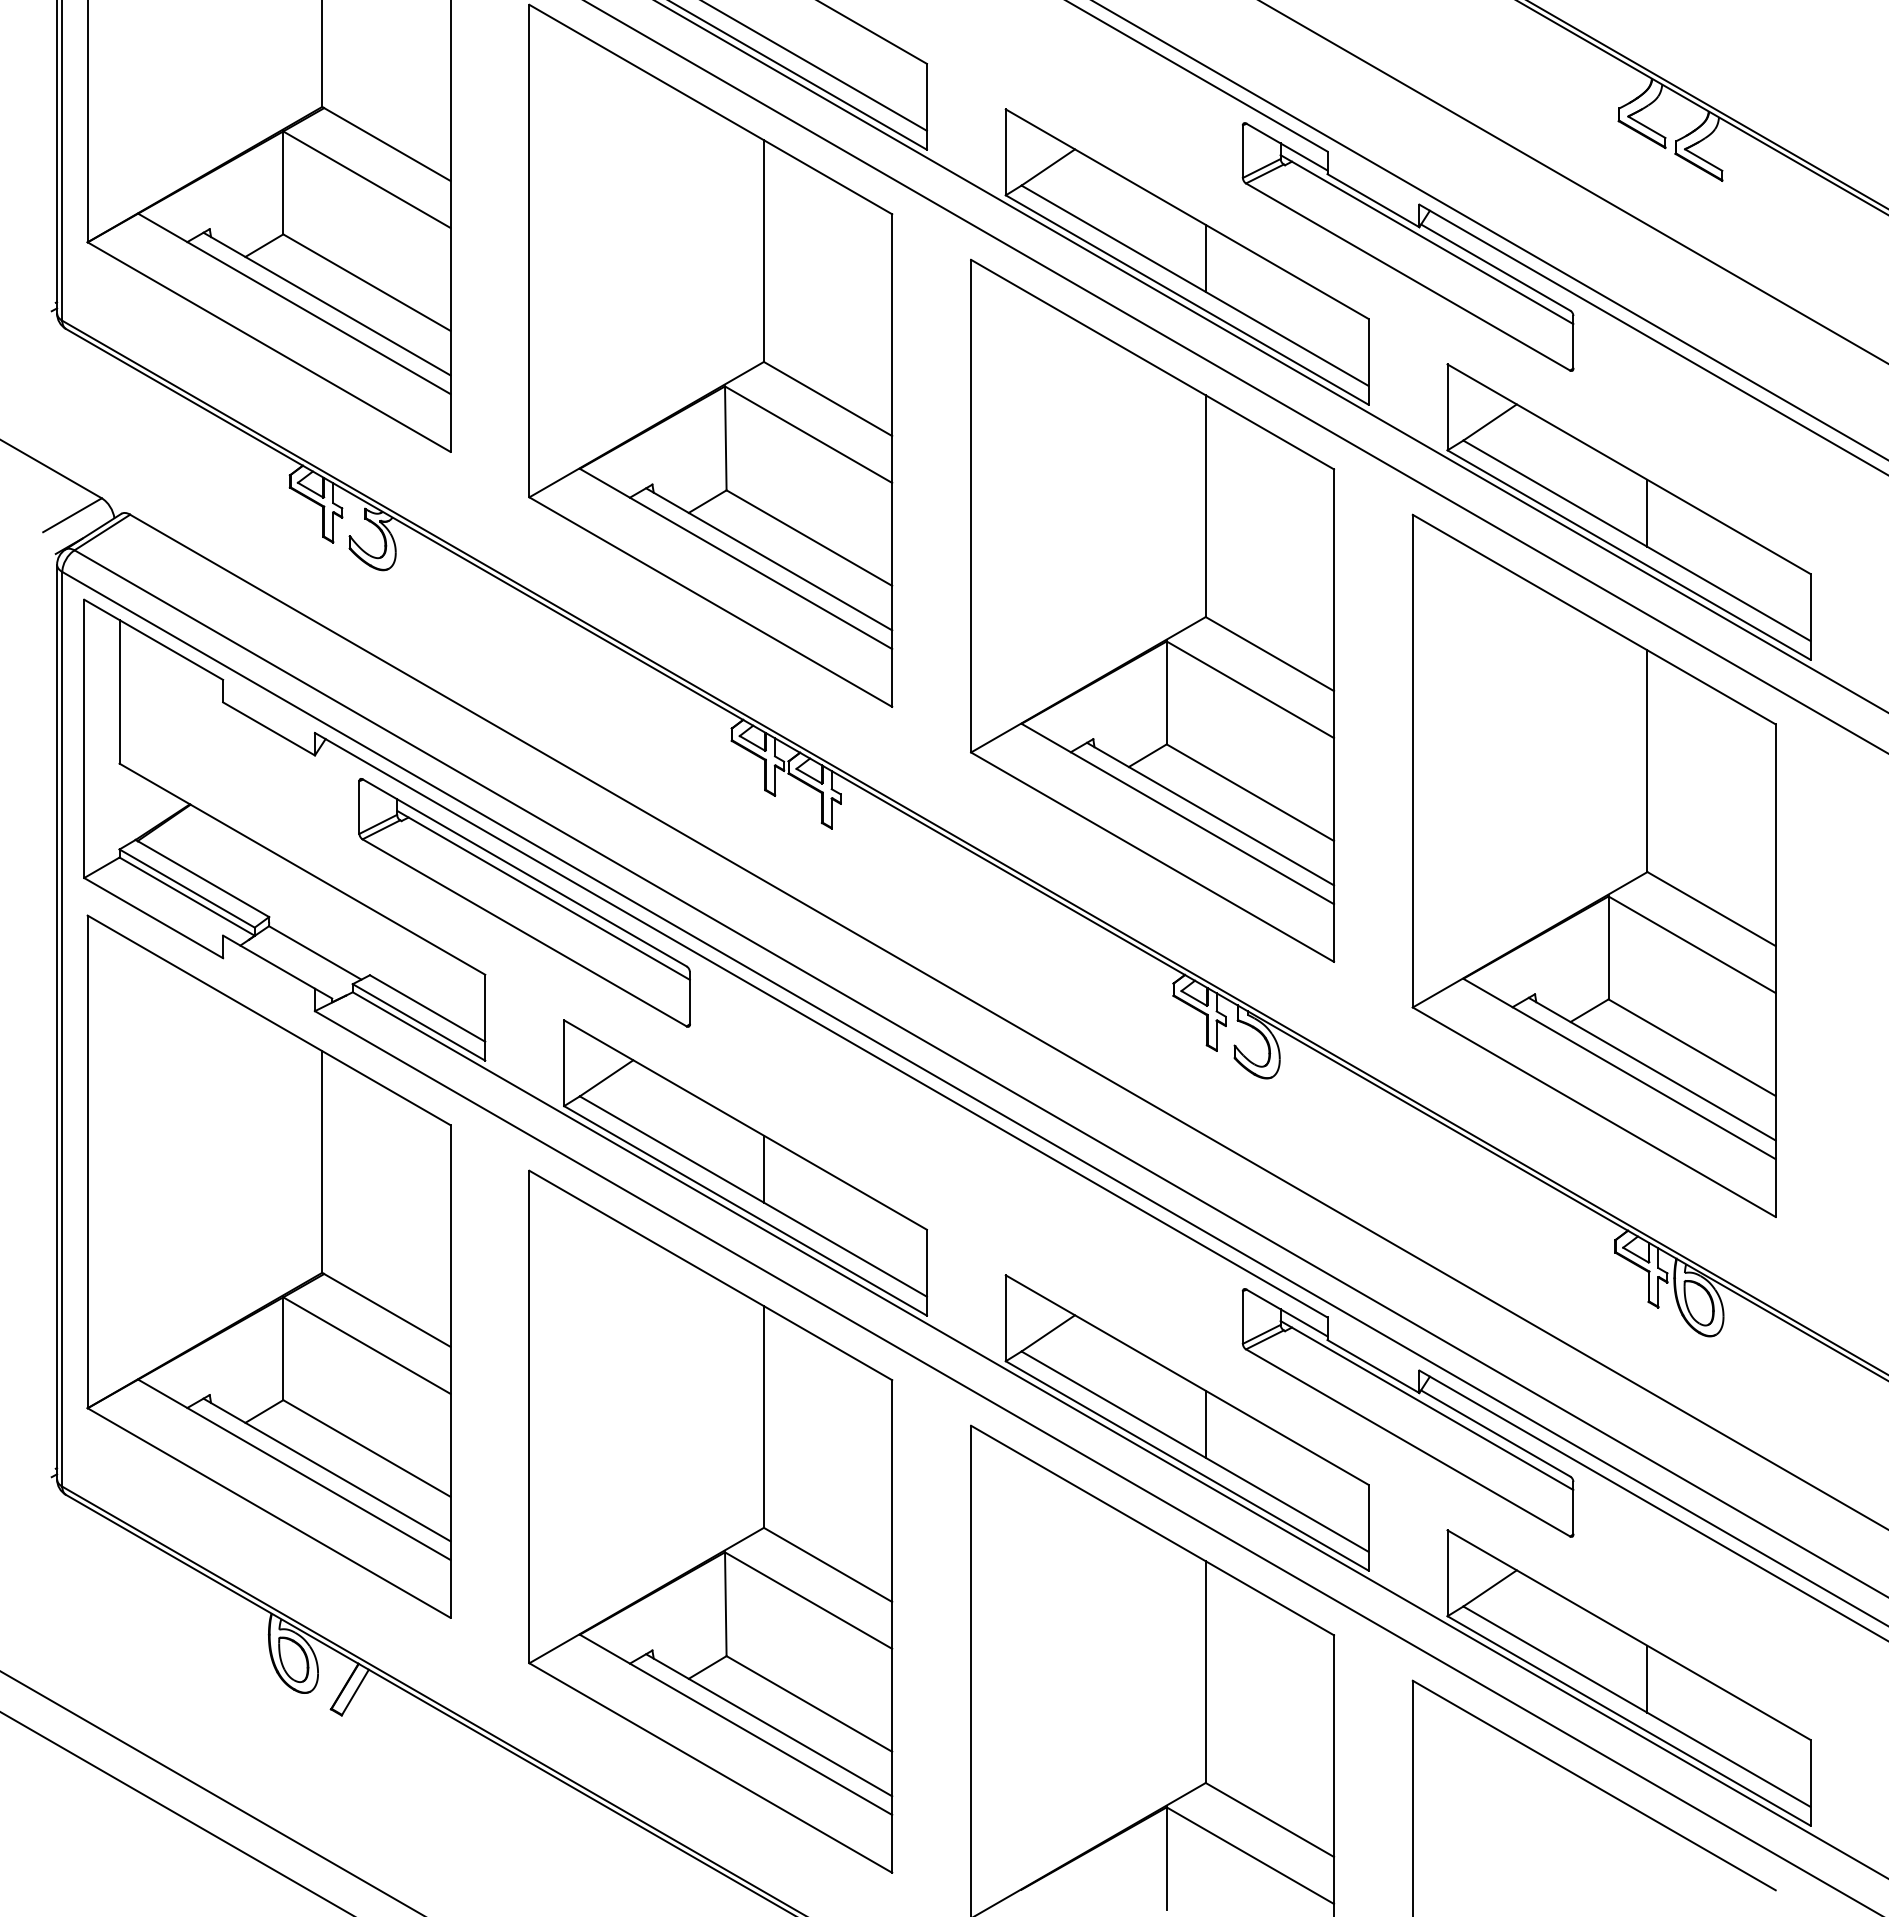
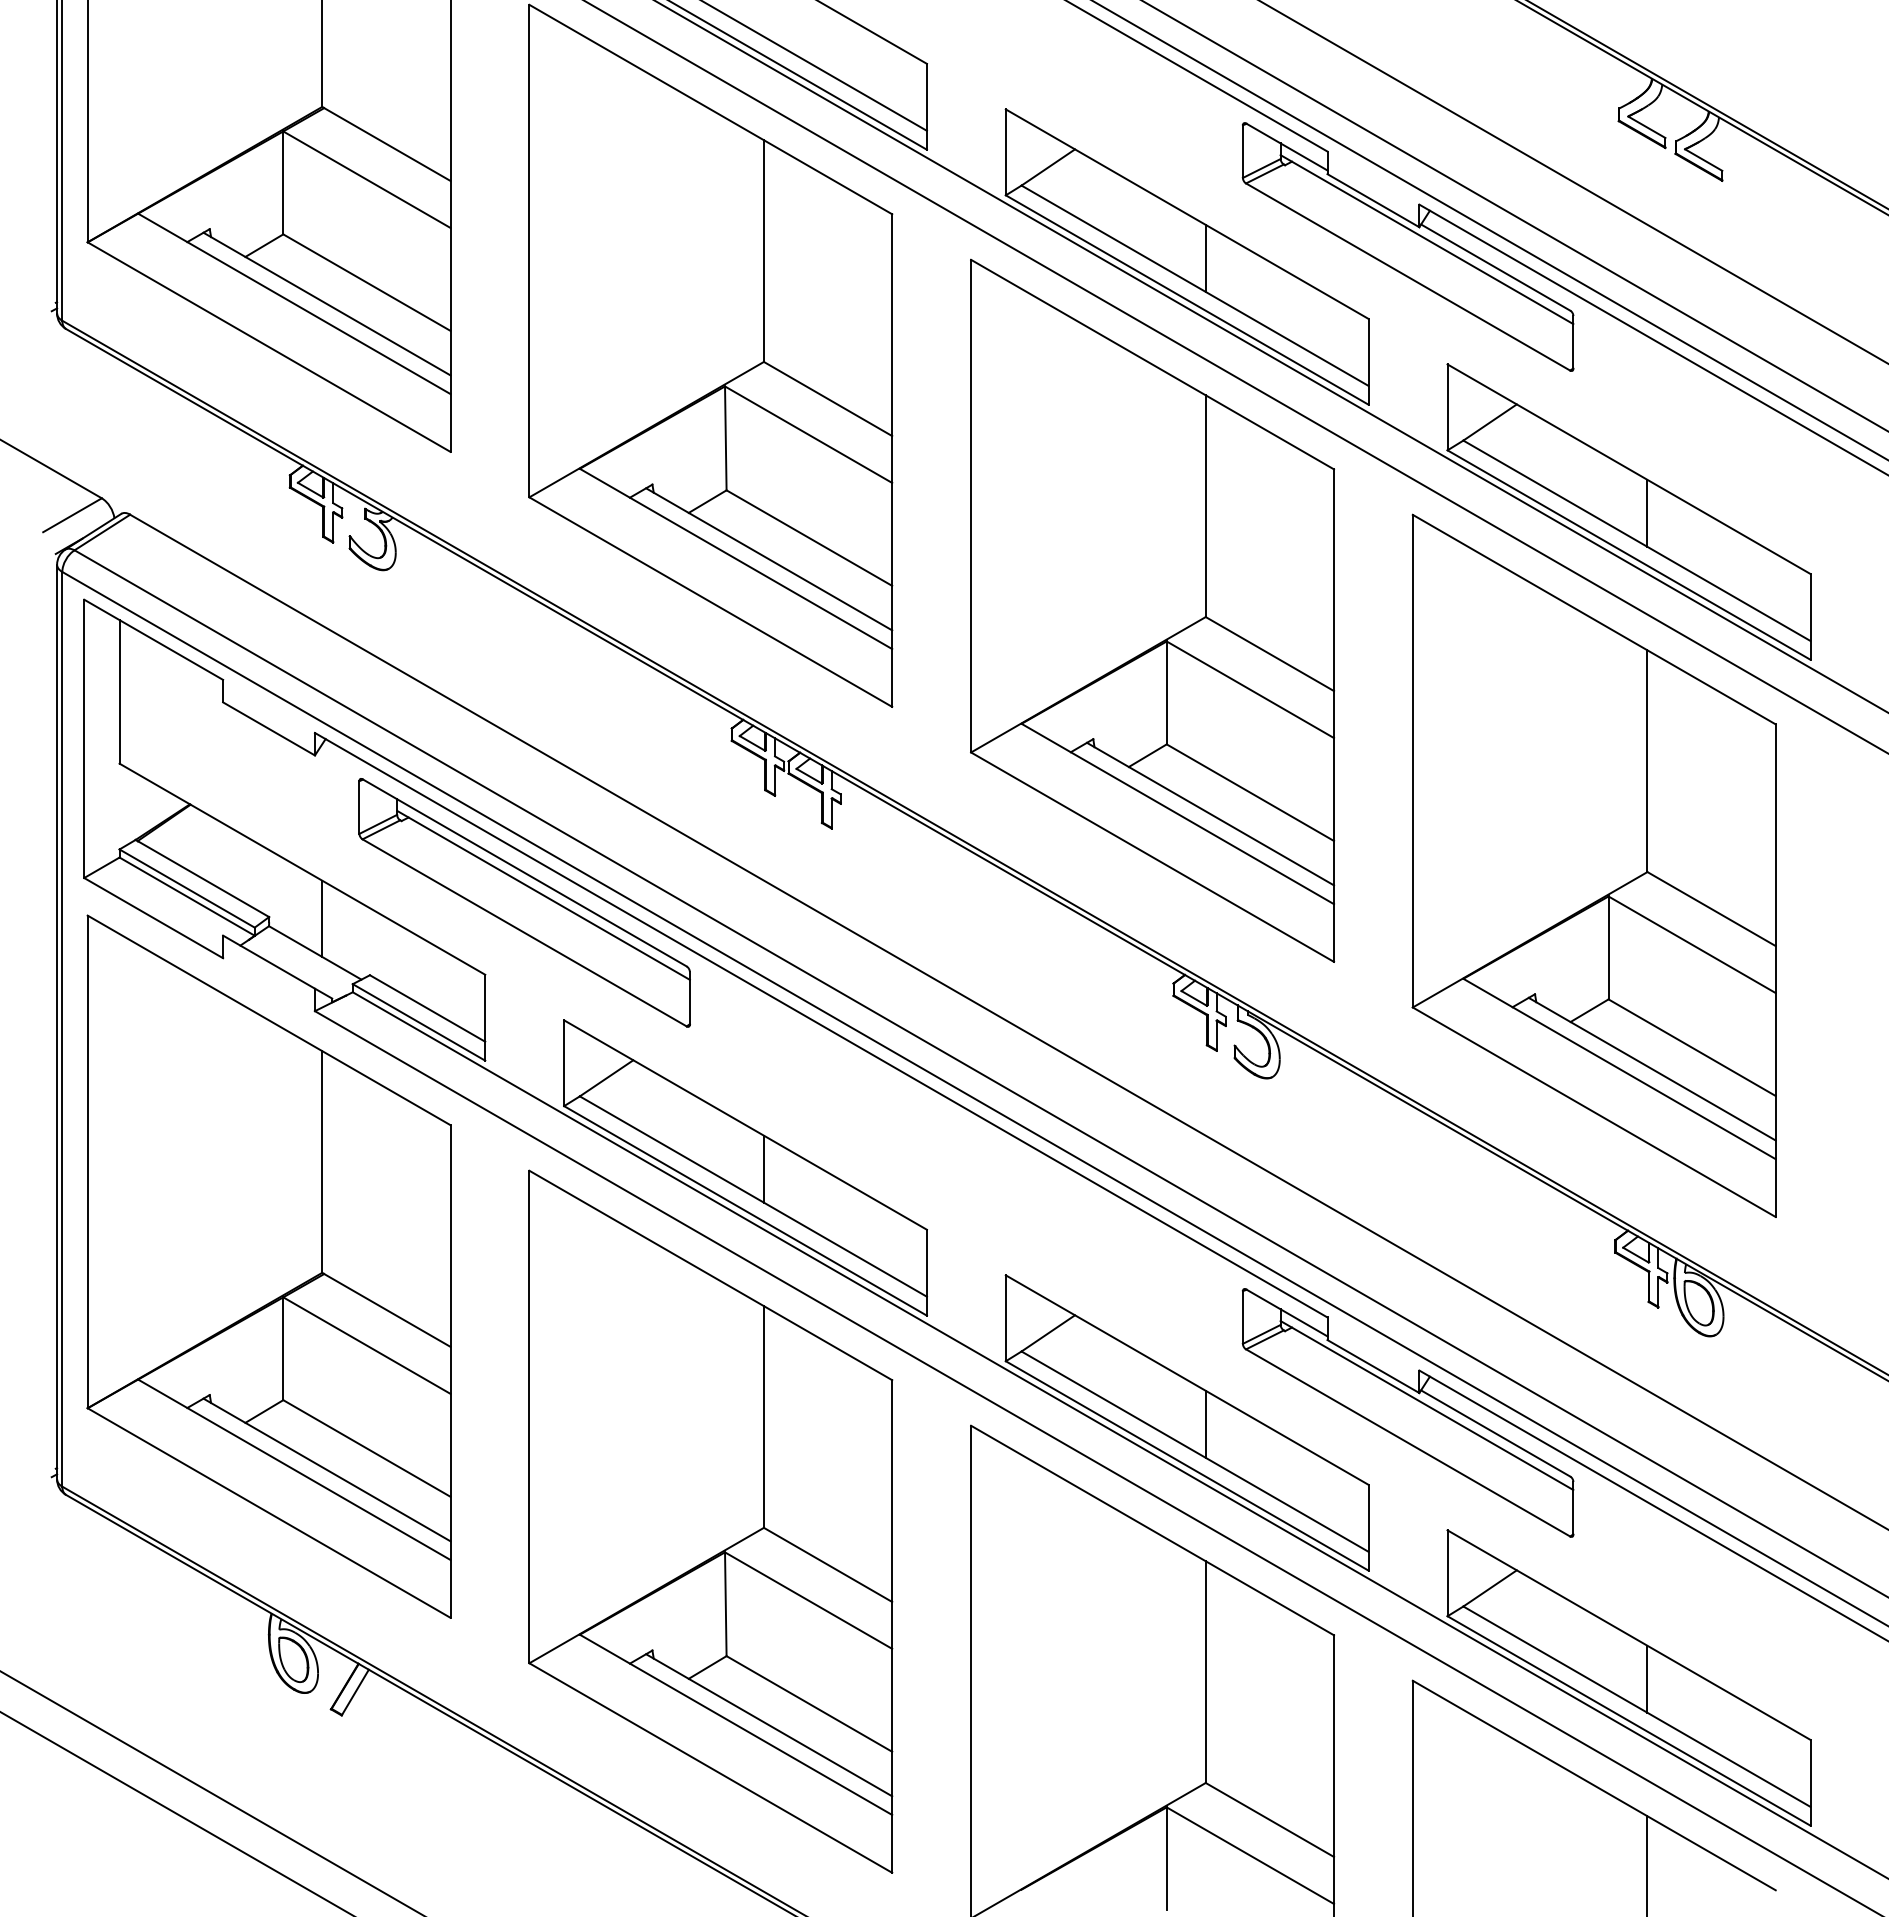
line at (1514, 215): none -> present
line at (322, 918): none -> present
line at (1647, 1864): none -> present
